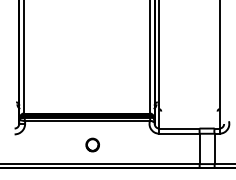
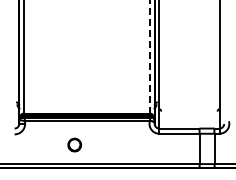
line at (150, 56): solid -> dashed
part at (92, 144) position: (92, 144) -> (74, 144)
